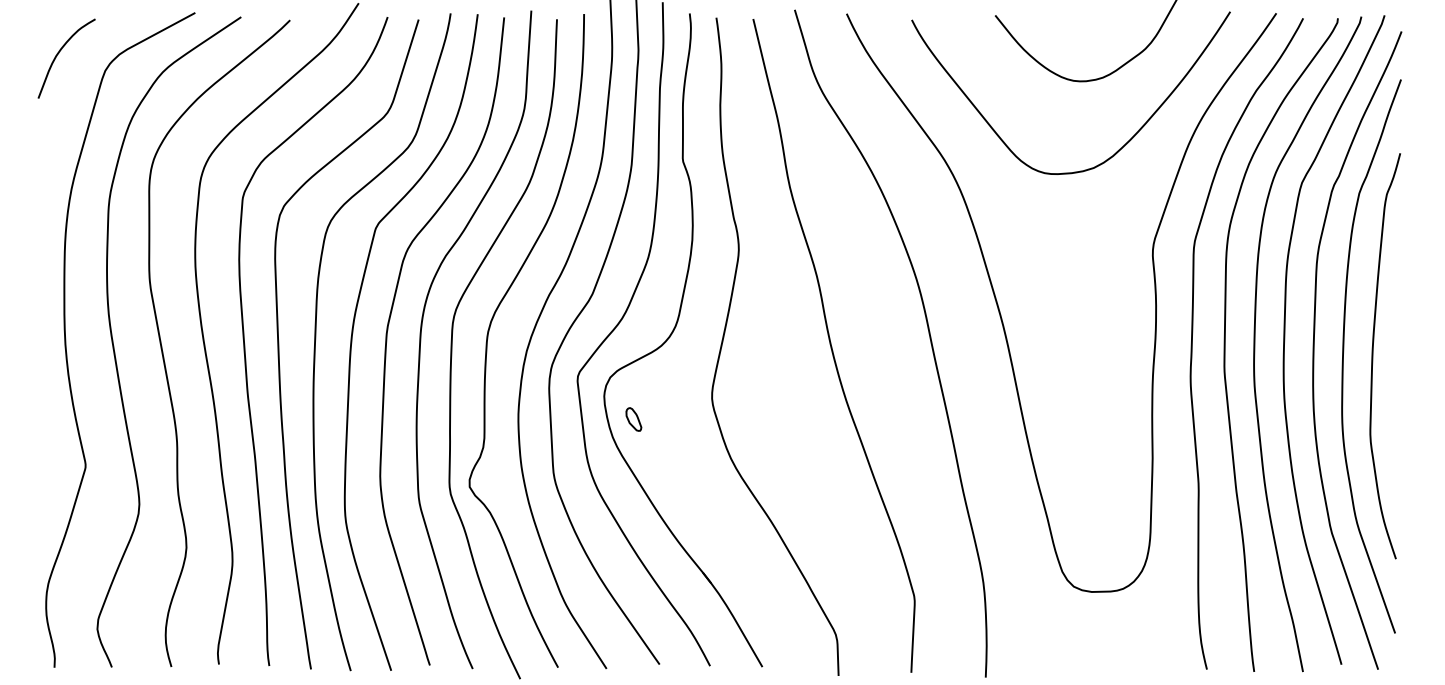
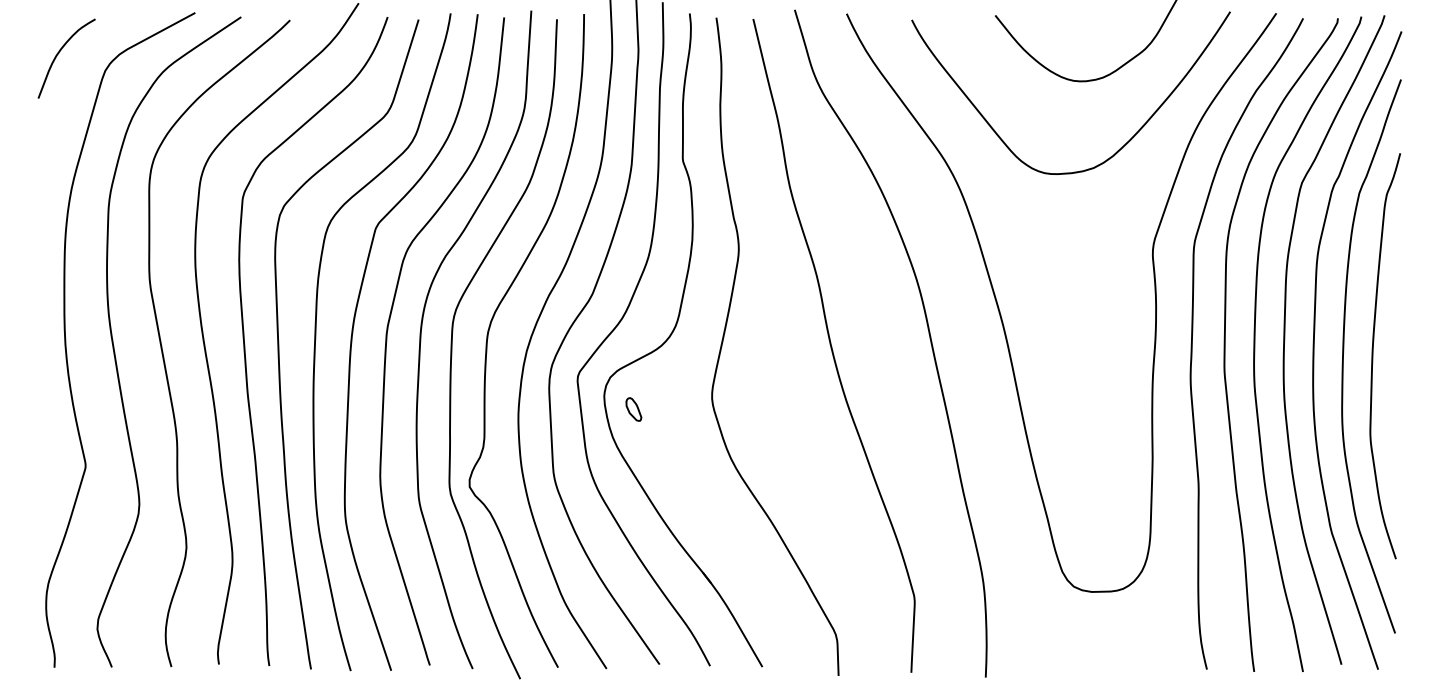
part at (633, 419) position: (633, 419) -> (633, 409)
